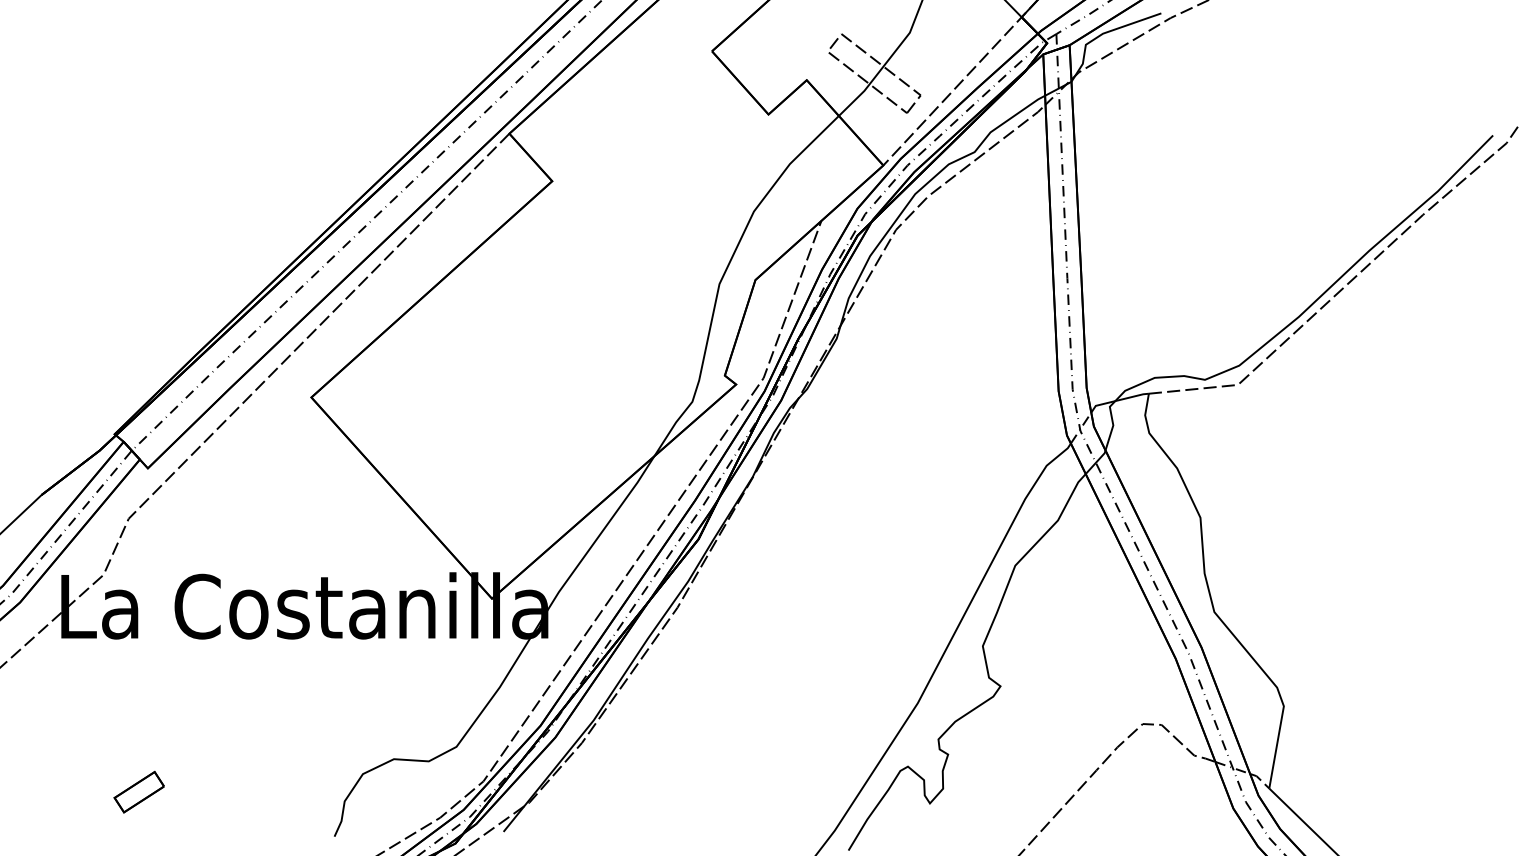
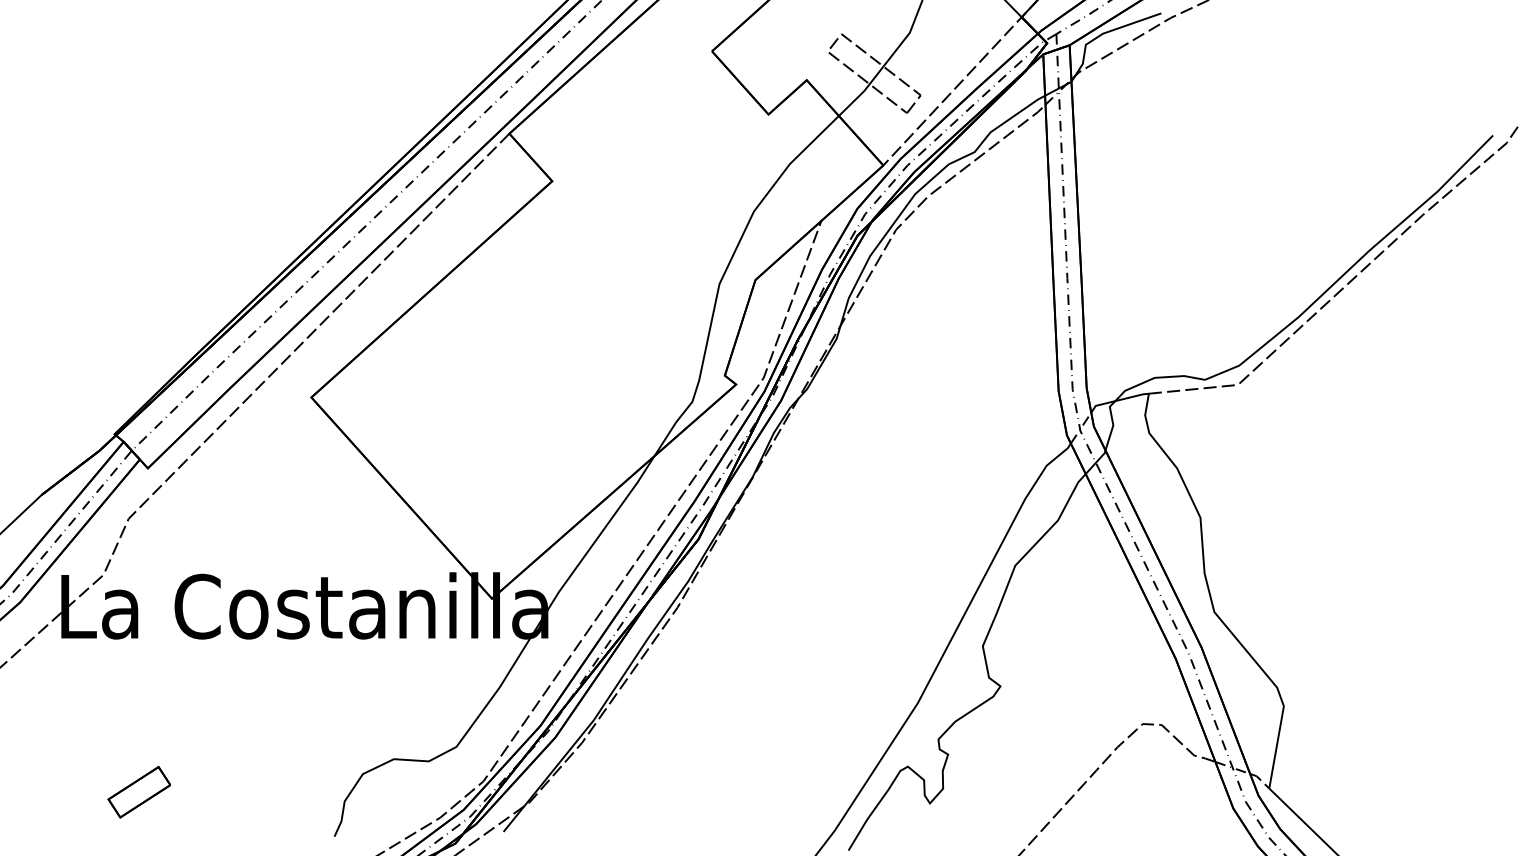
part at (138, 791) size: 52x44 px -> 64x54 px
